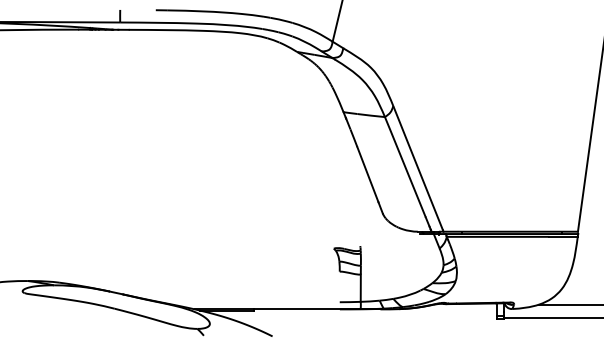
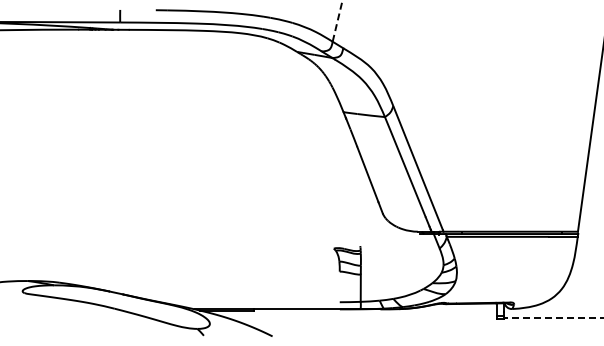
line at (337, 21): solid -> dashed
line at (569, 304): present -> none
line at (553, 318): solid -> dashed
